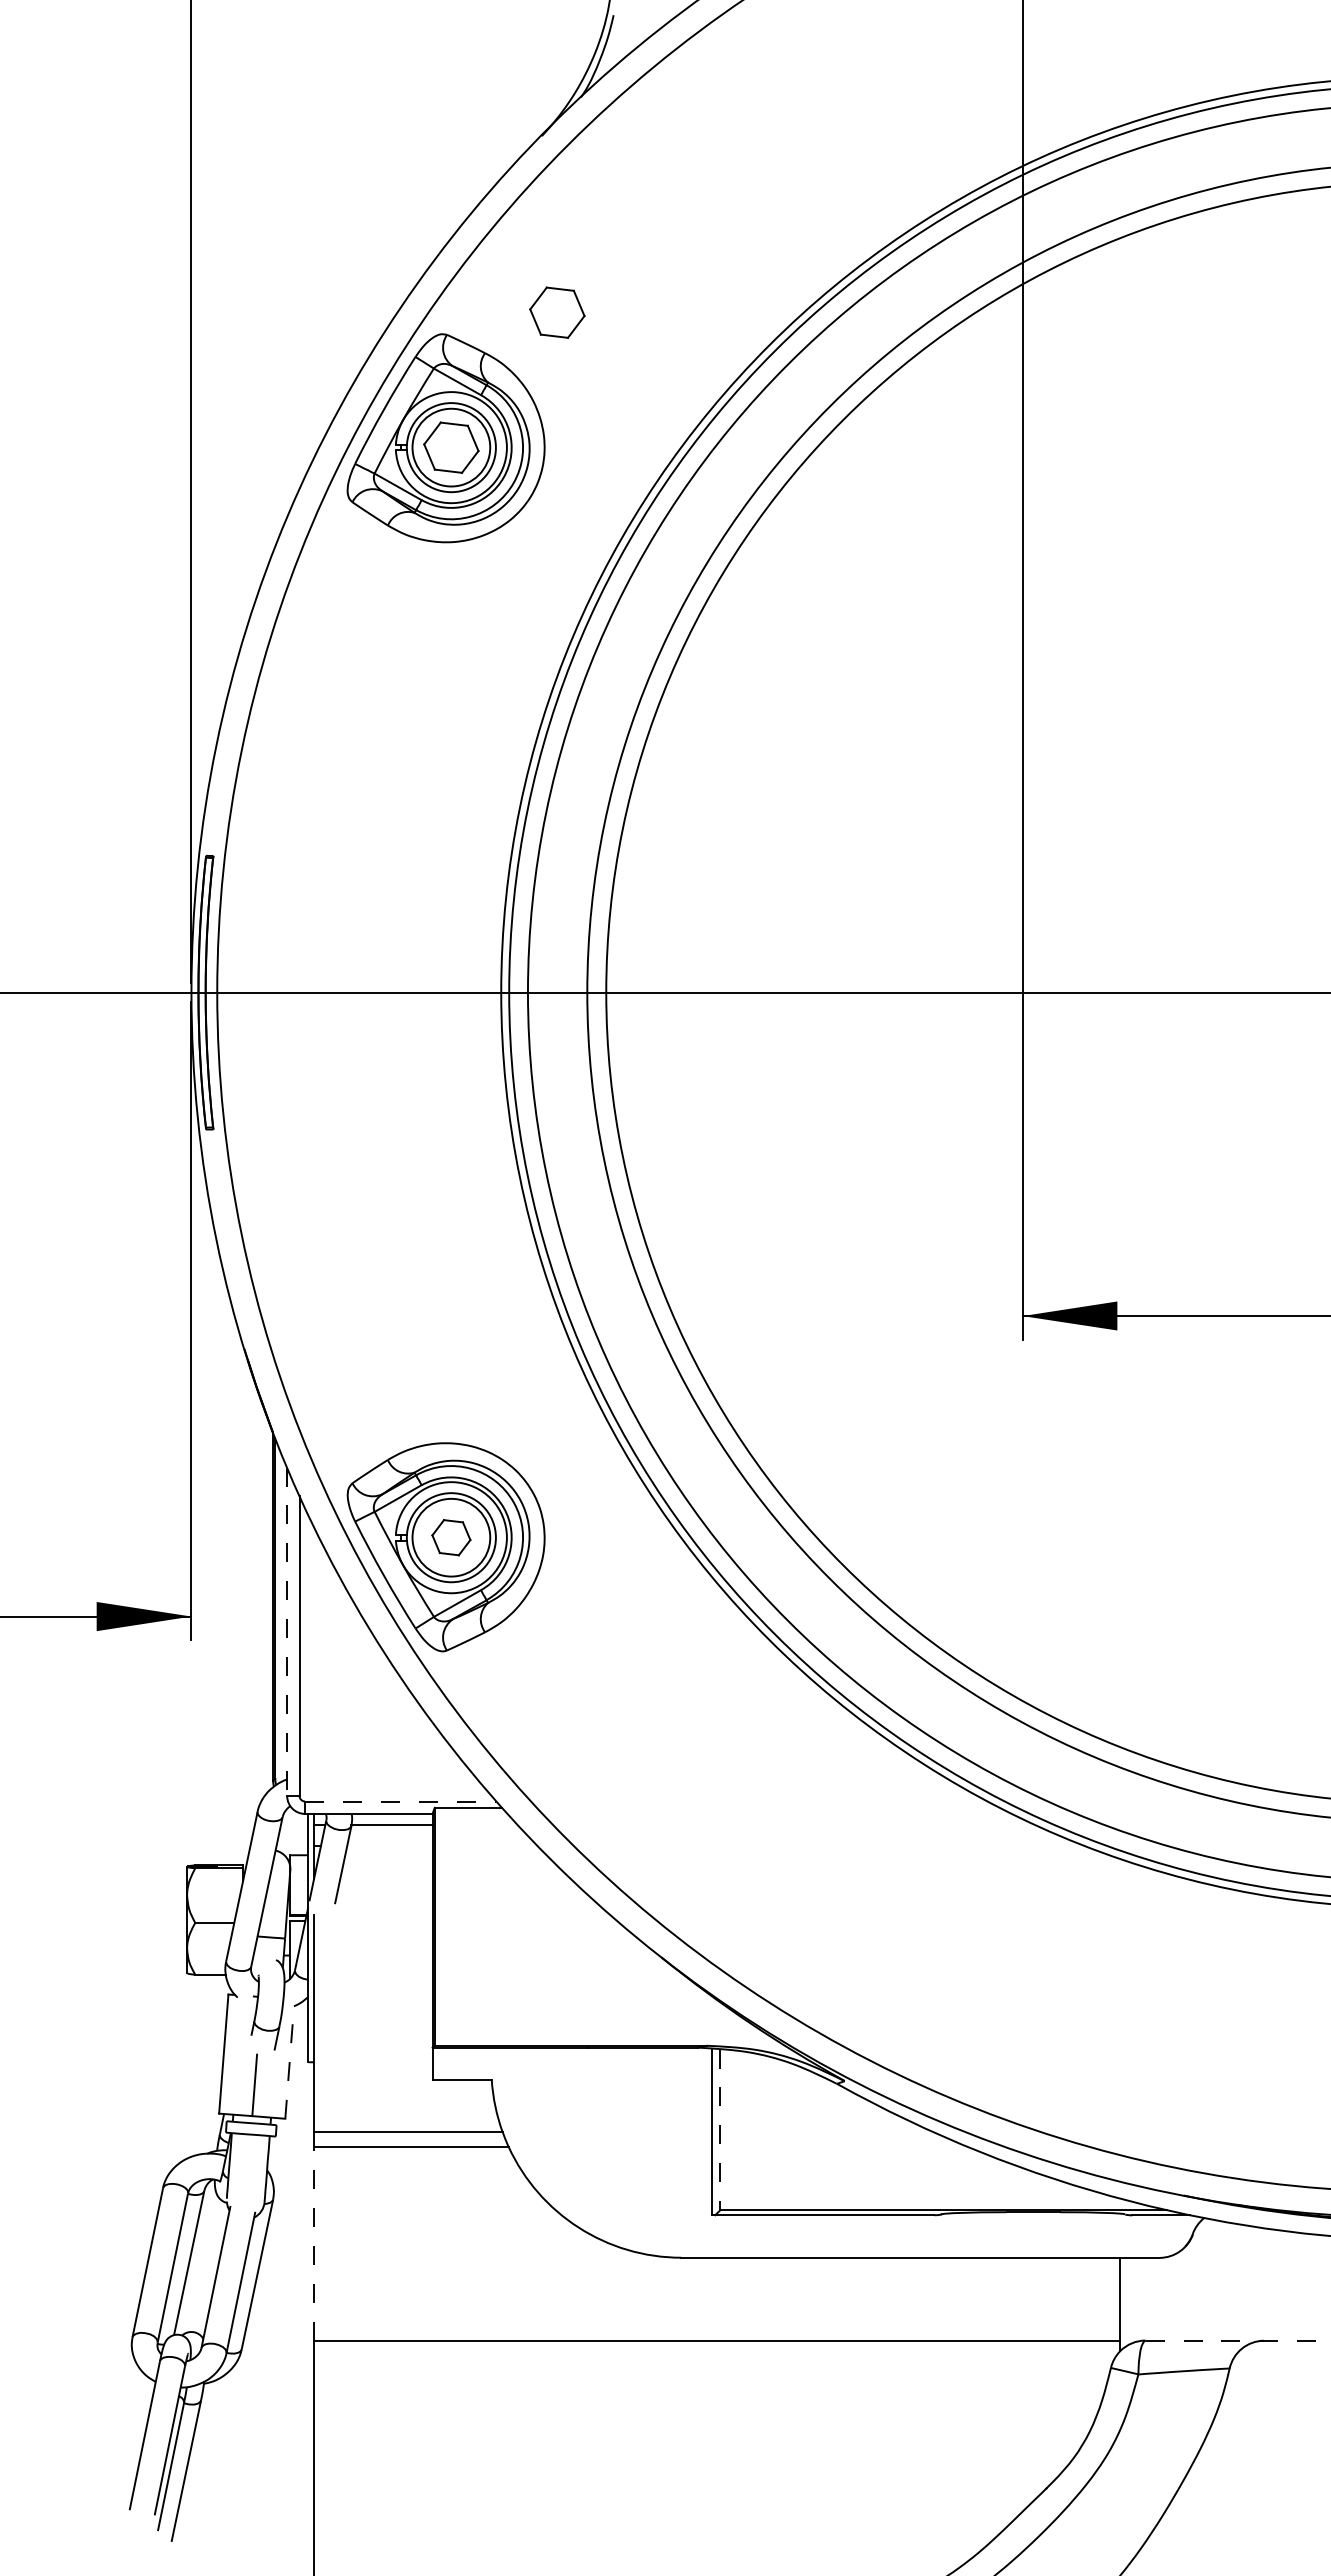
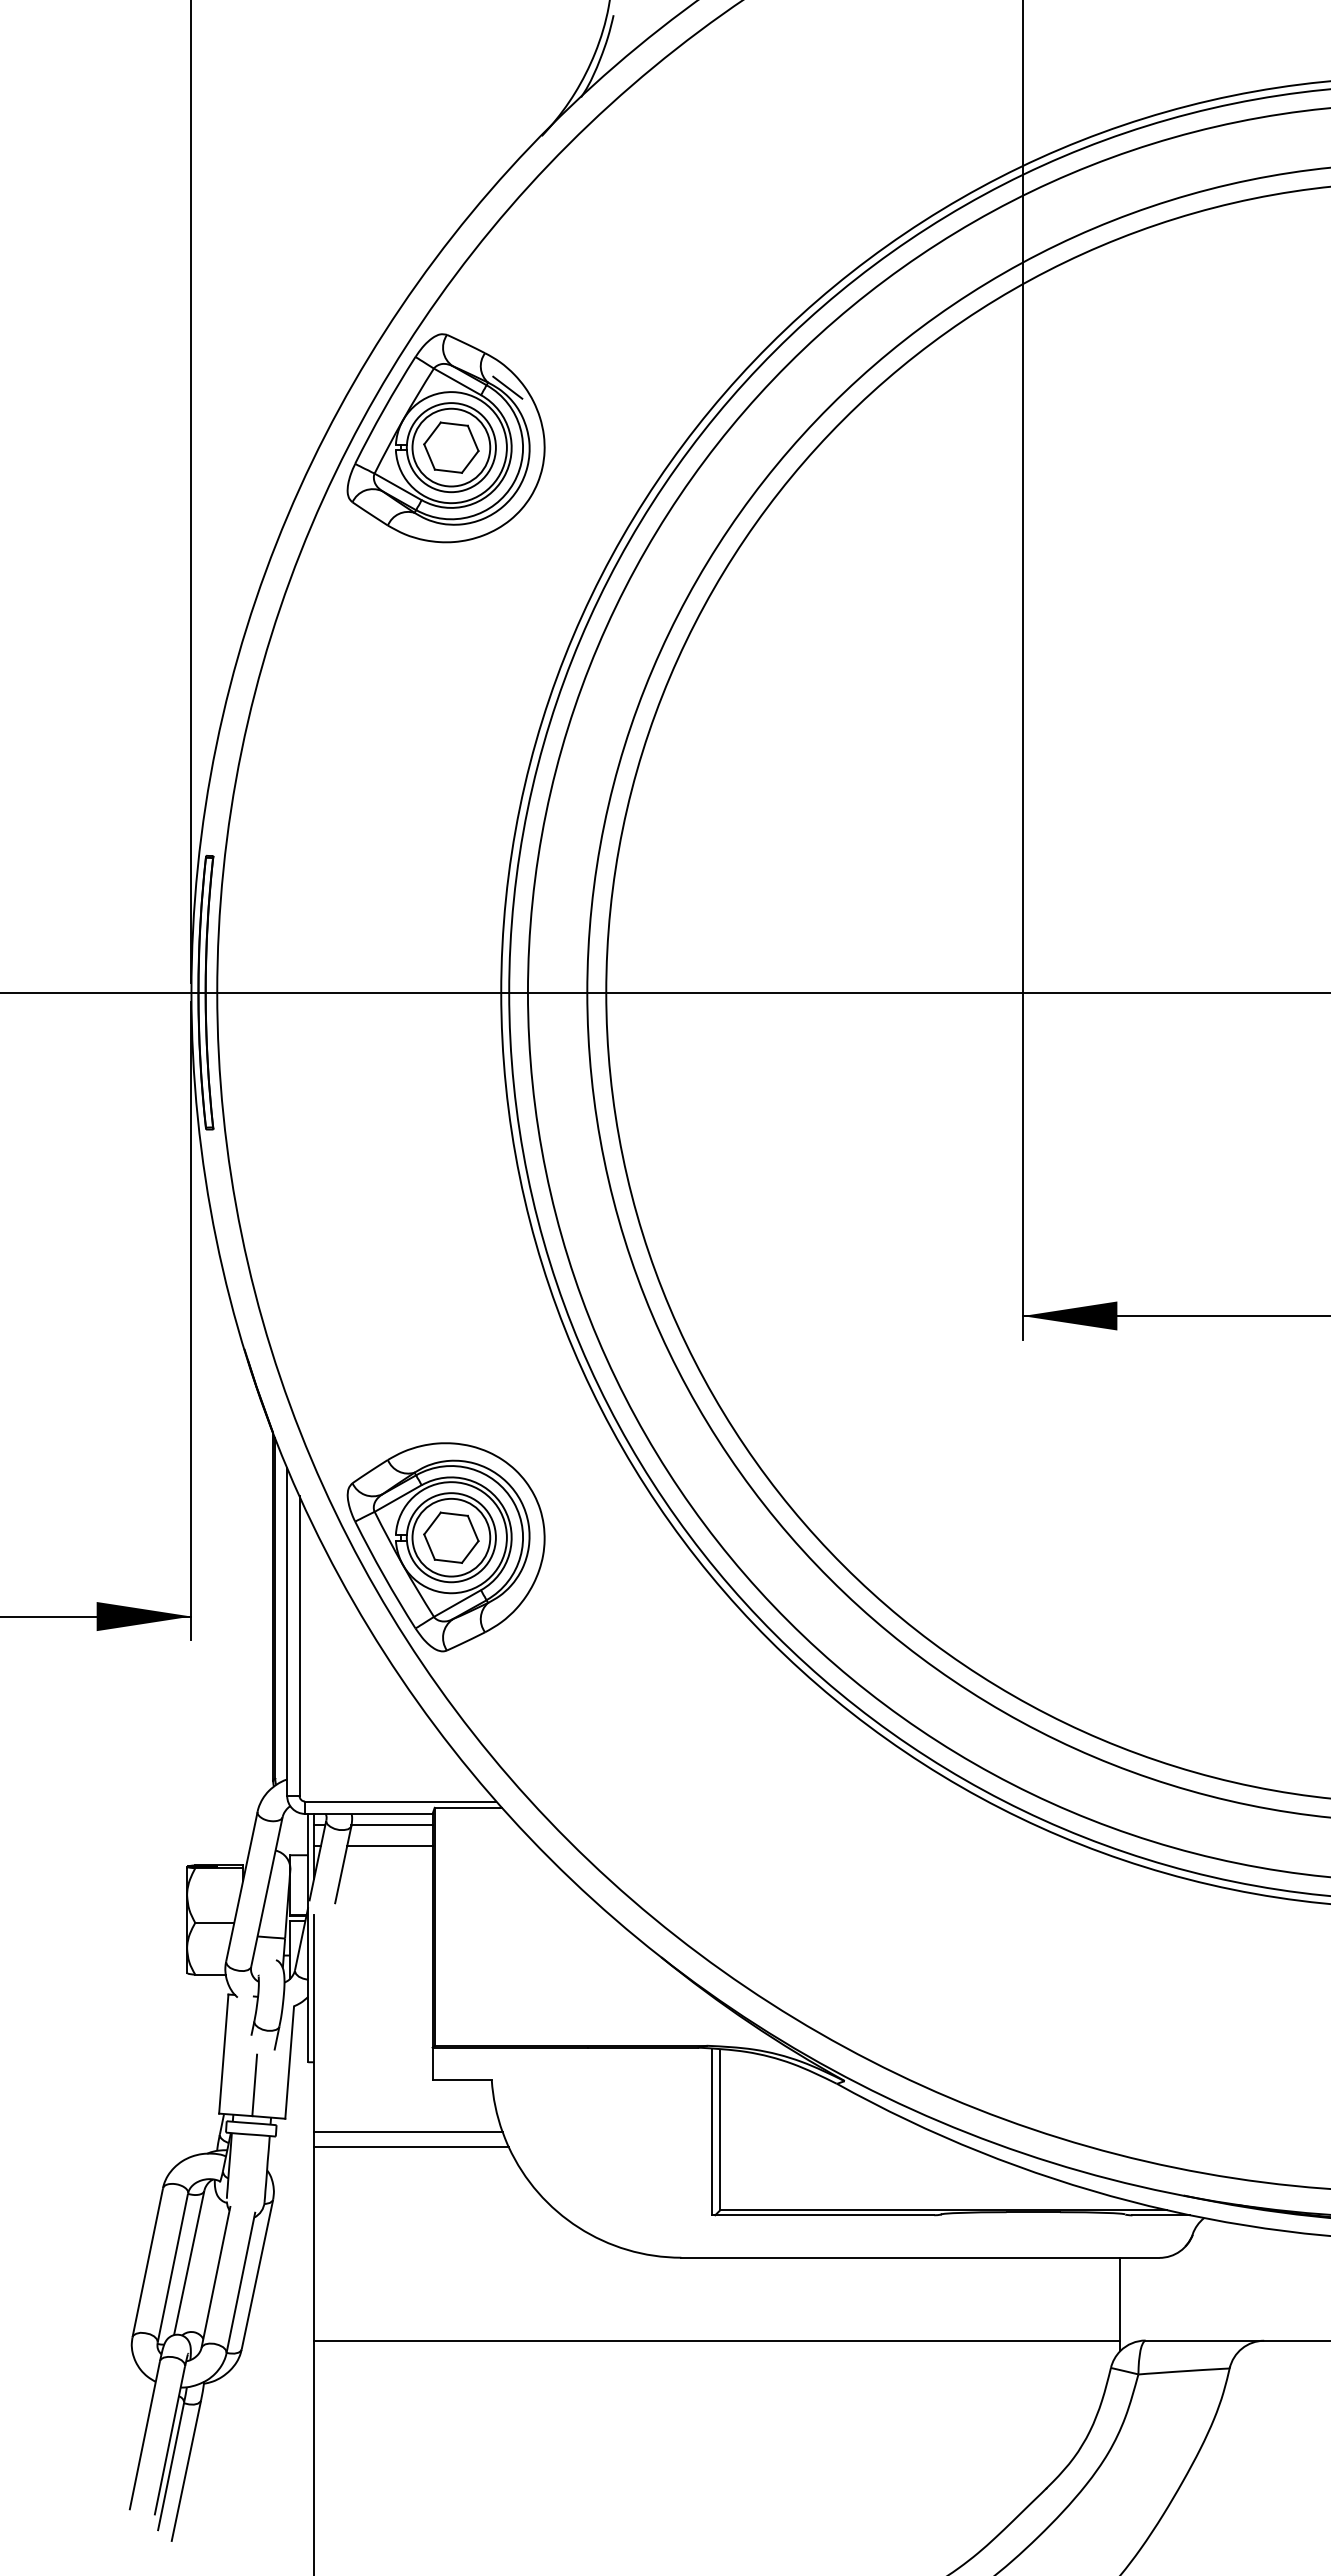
part at (557, 312): present -> none
line at (507, 387): none -> present
part at (451, 1537) size: 41x38 px -> 57x53 px
line at (287, 1632): dashed -> solid
line at (400, 1801): dashed -> solid
line at (389, 1846): none -> present
line at (289, 2062): dashed -> solid
line at (720, 2130): dashed -> solid
line at (314, 2243): dashed -> solid
line at (1238, 2340): dashed -> solid
